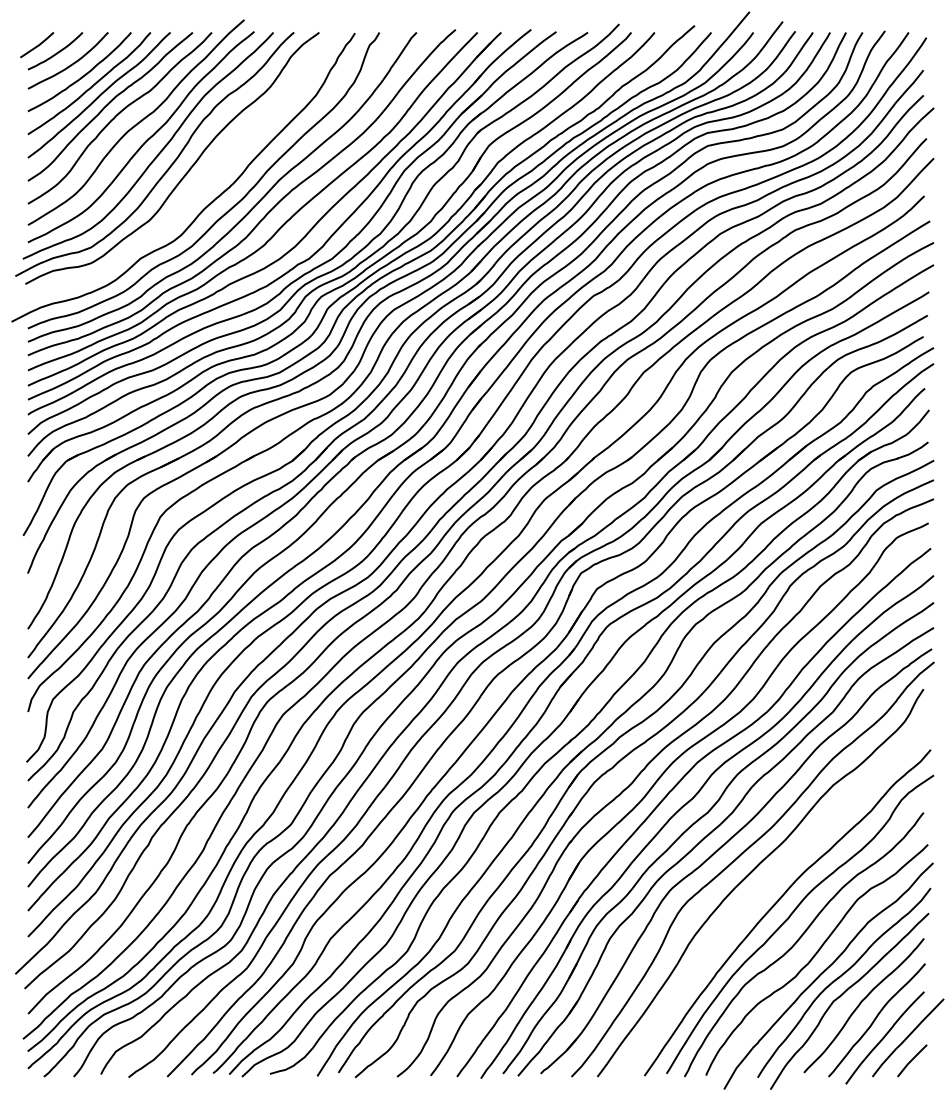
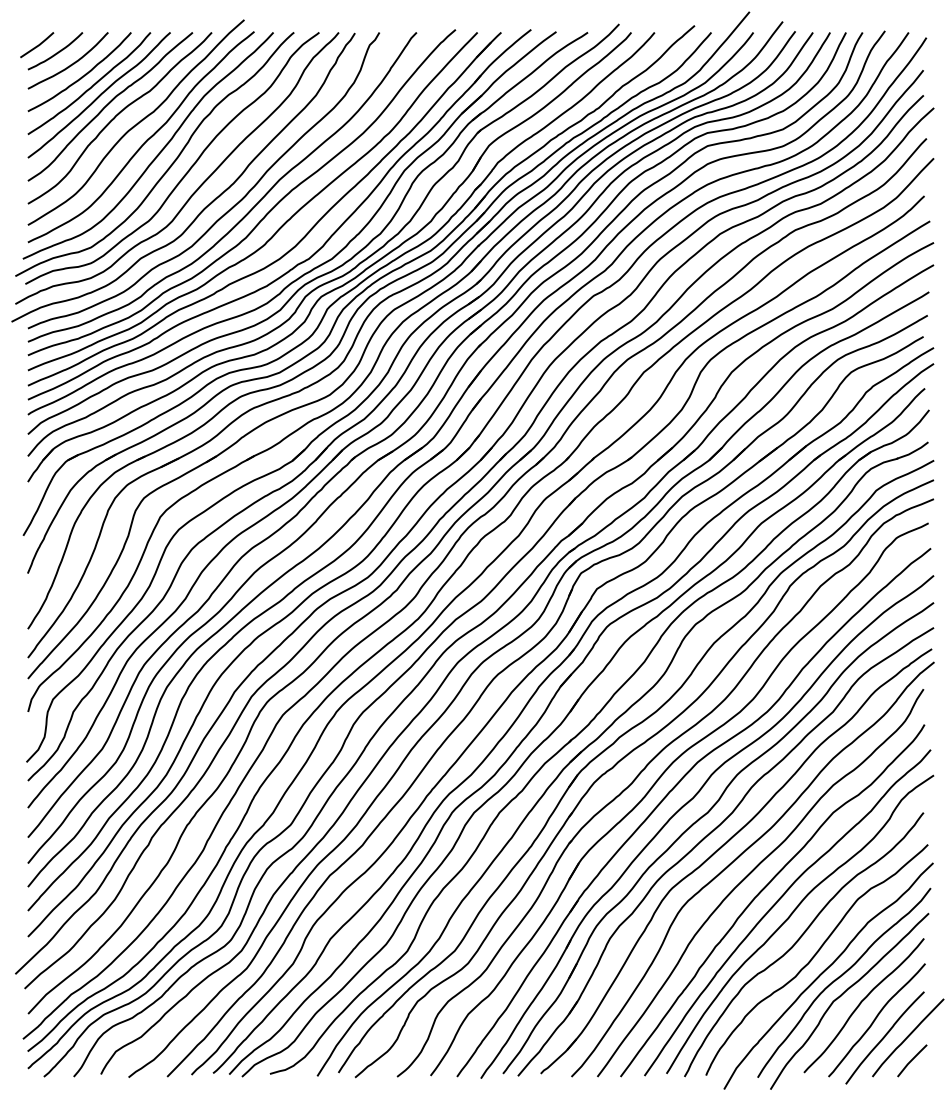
curve at (199, 185): none -> present
curve at (763, 890): none -> present
